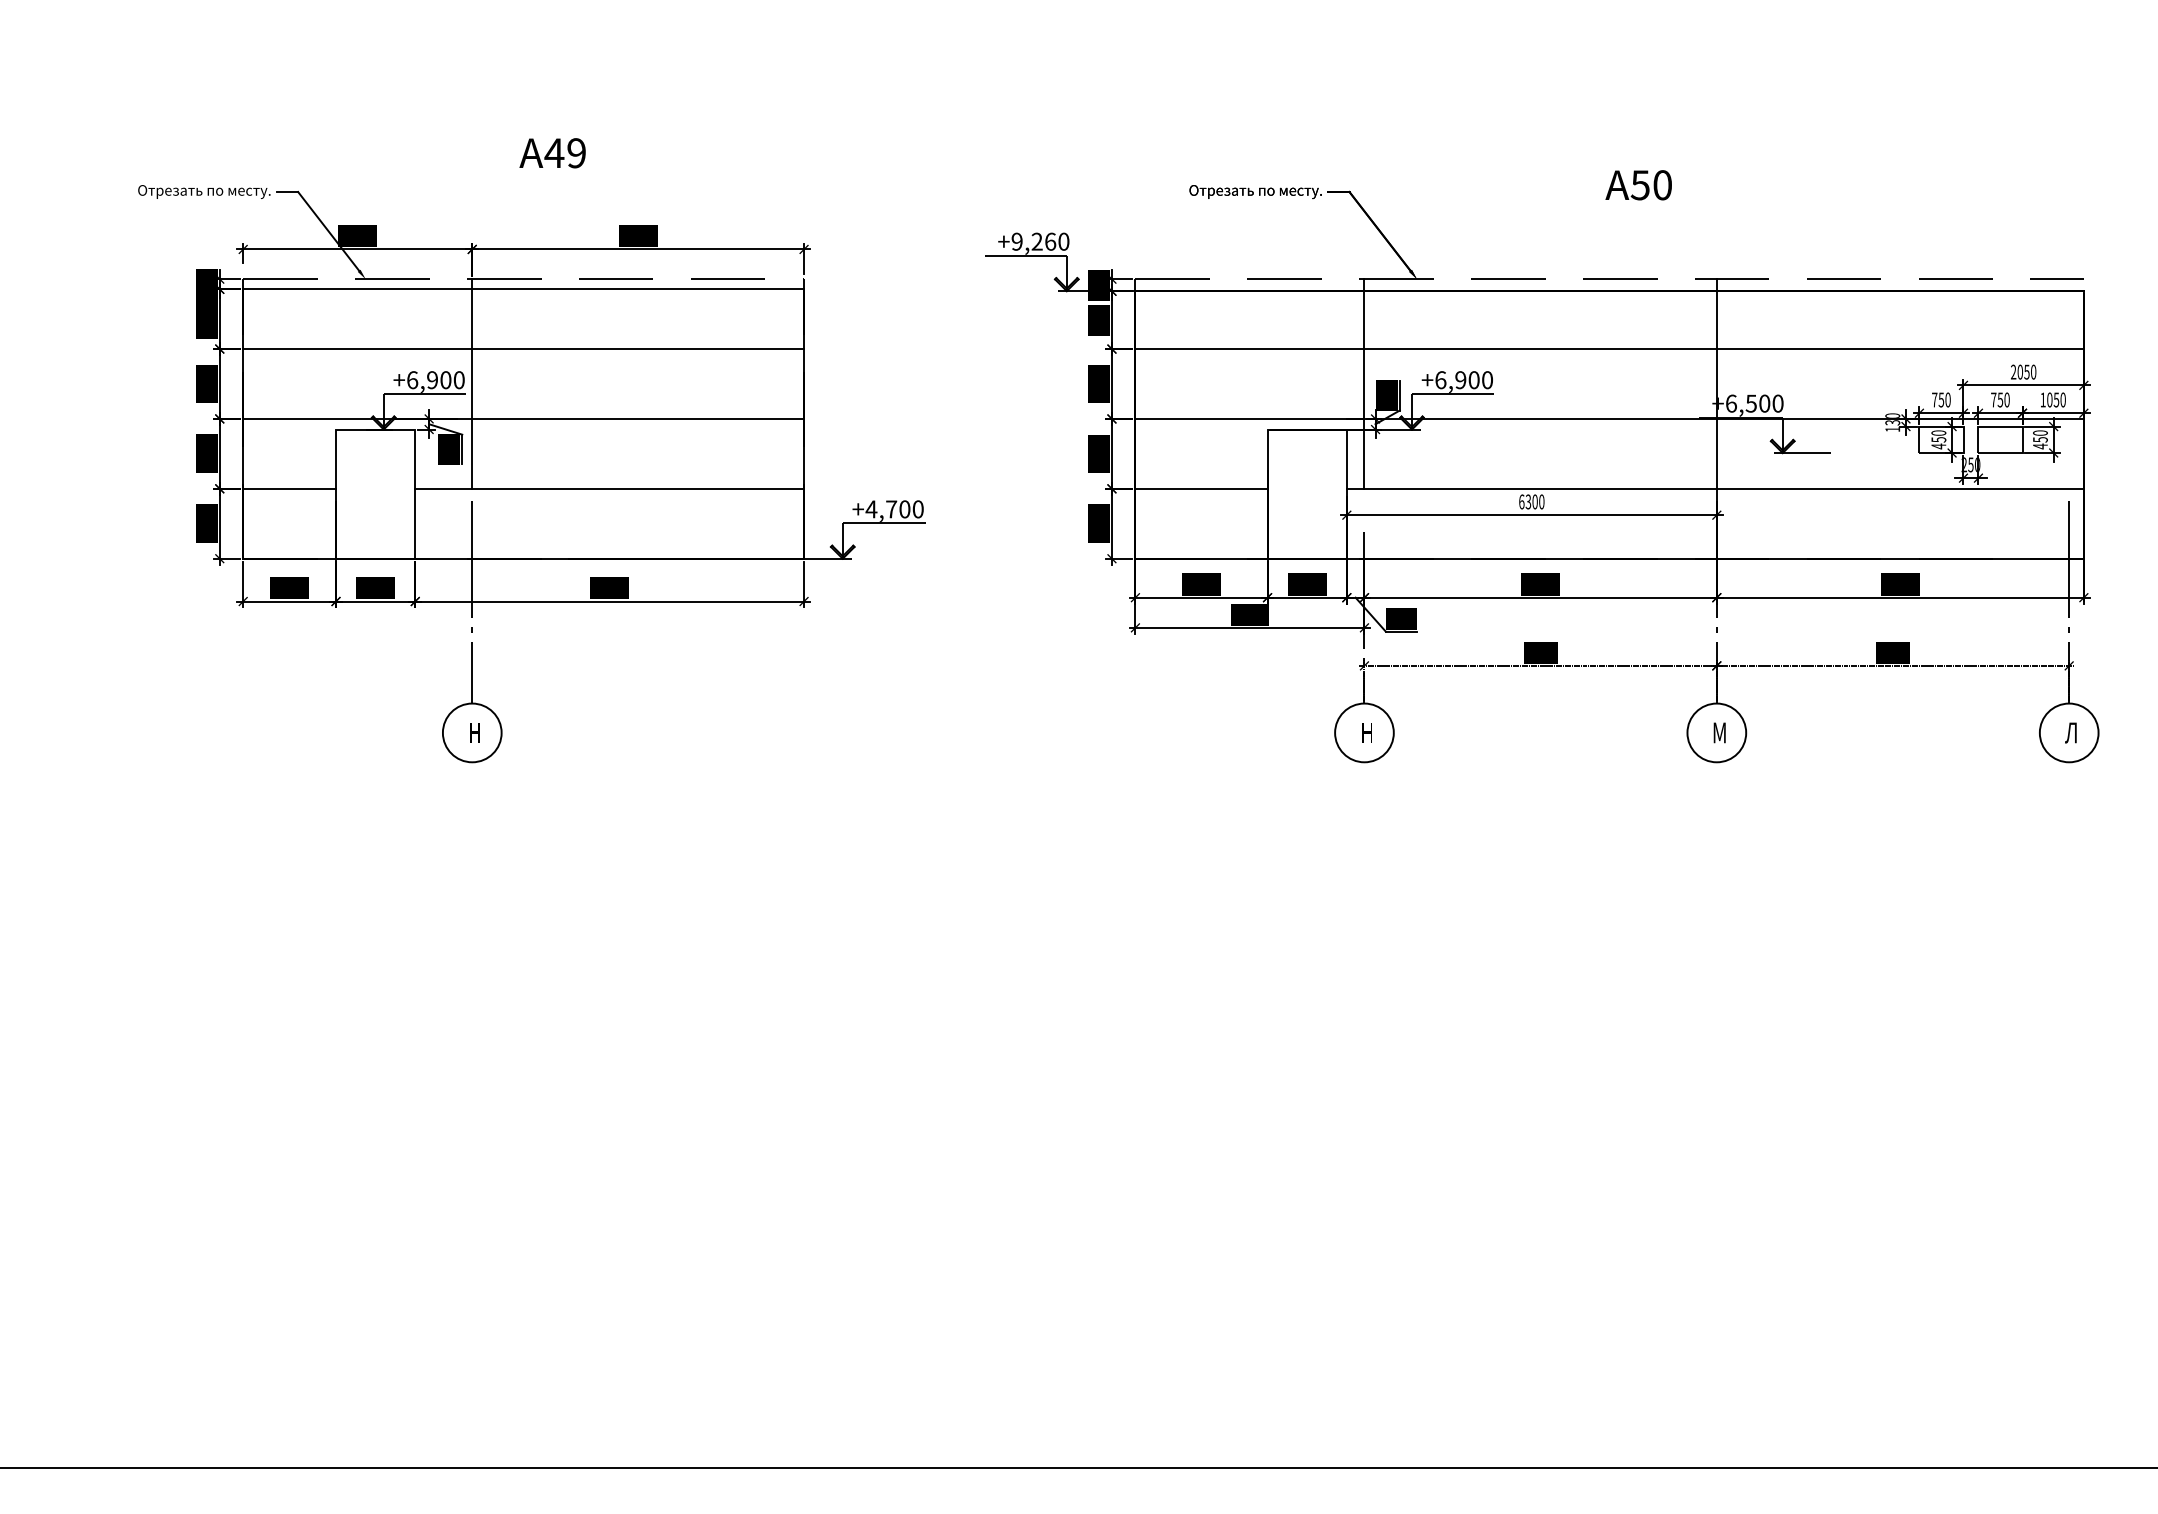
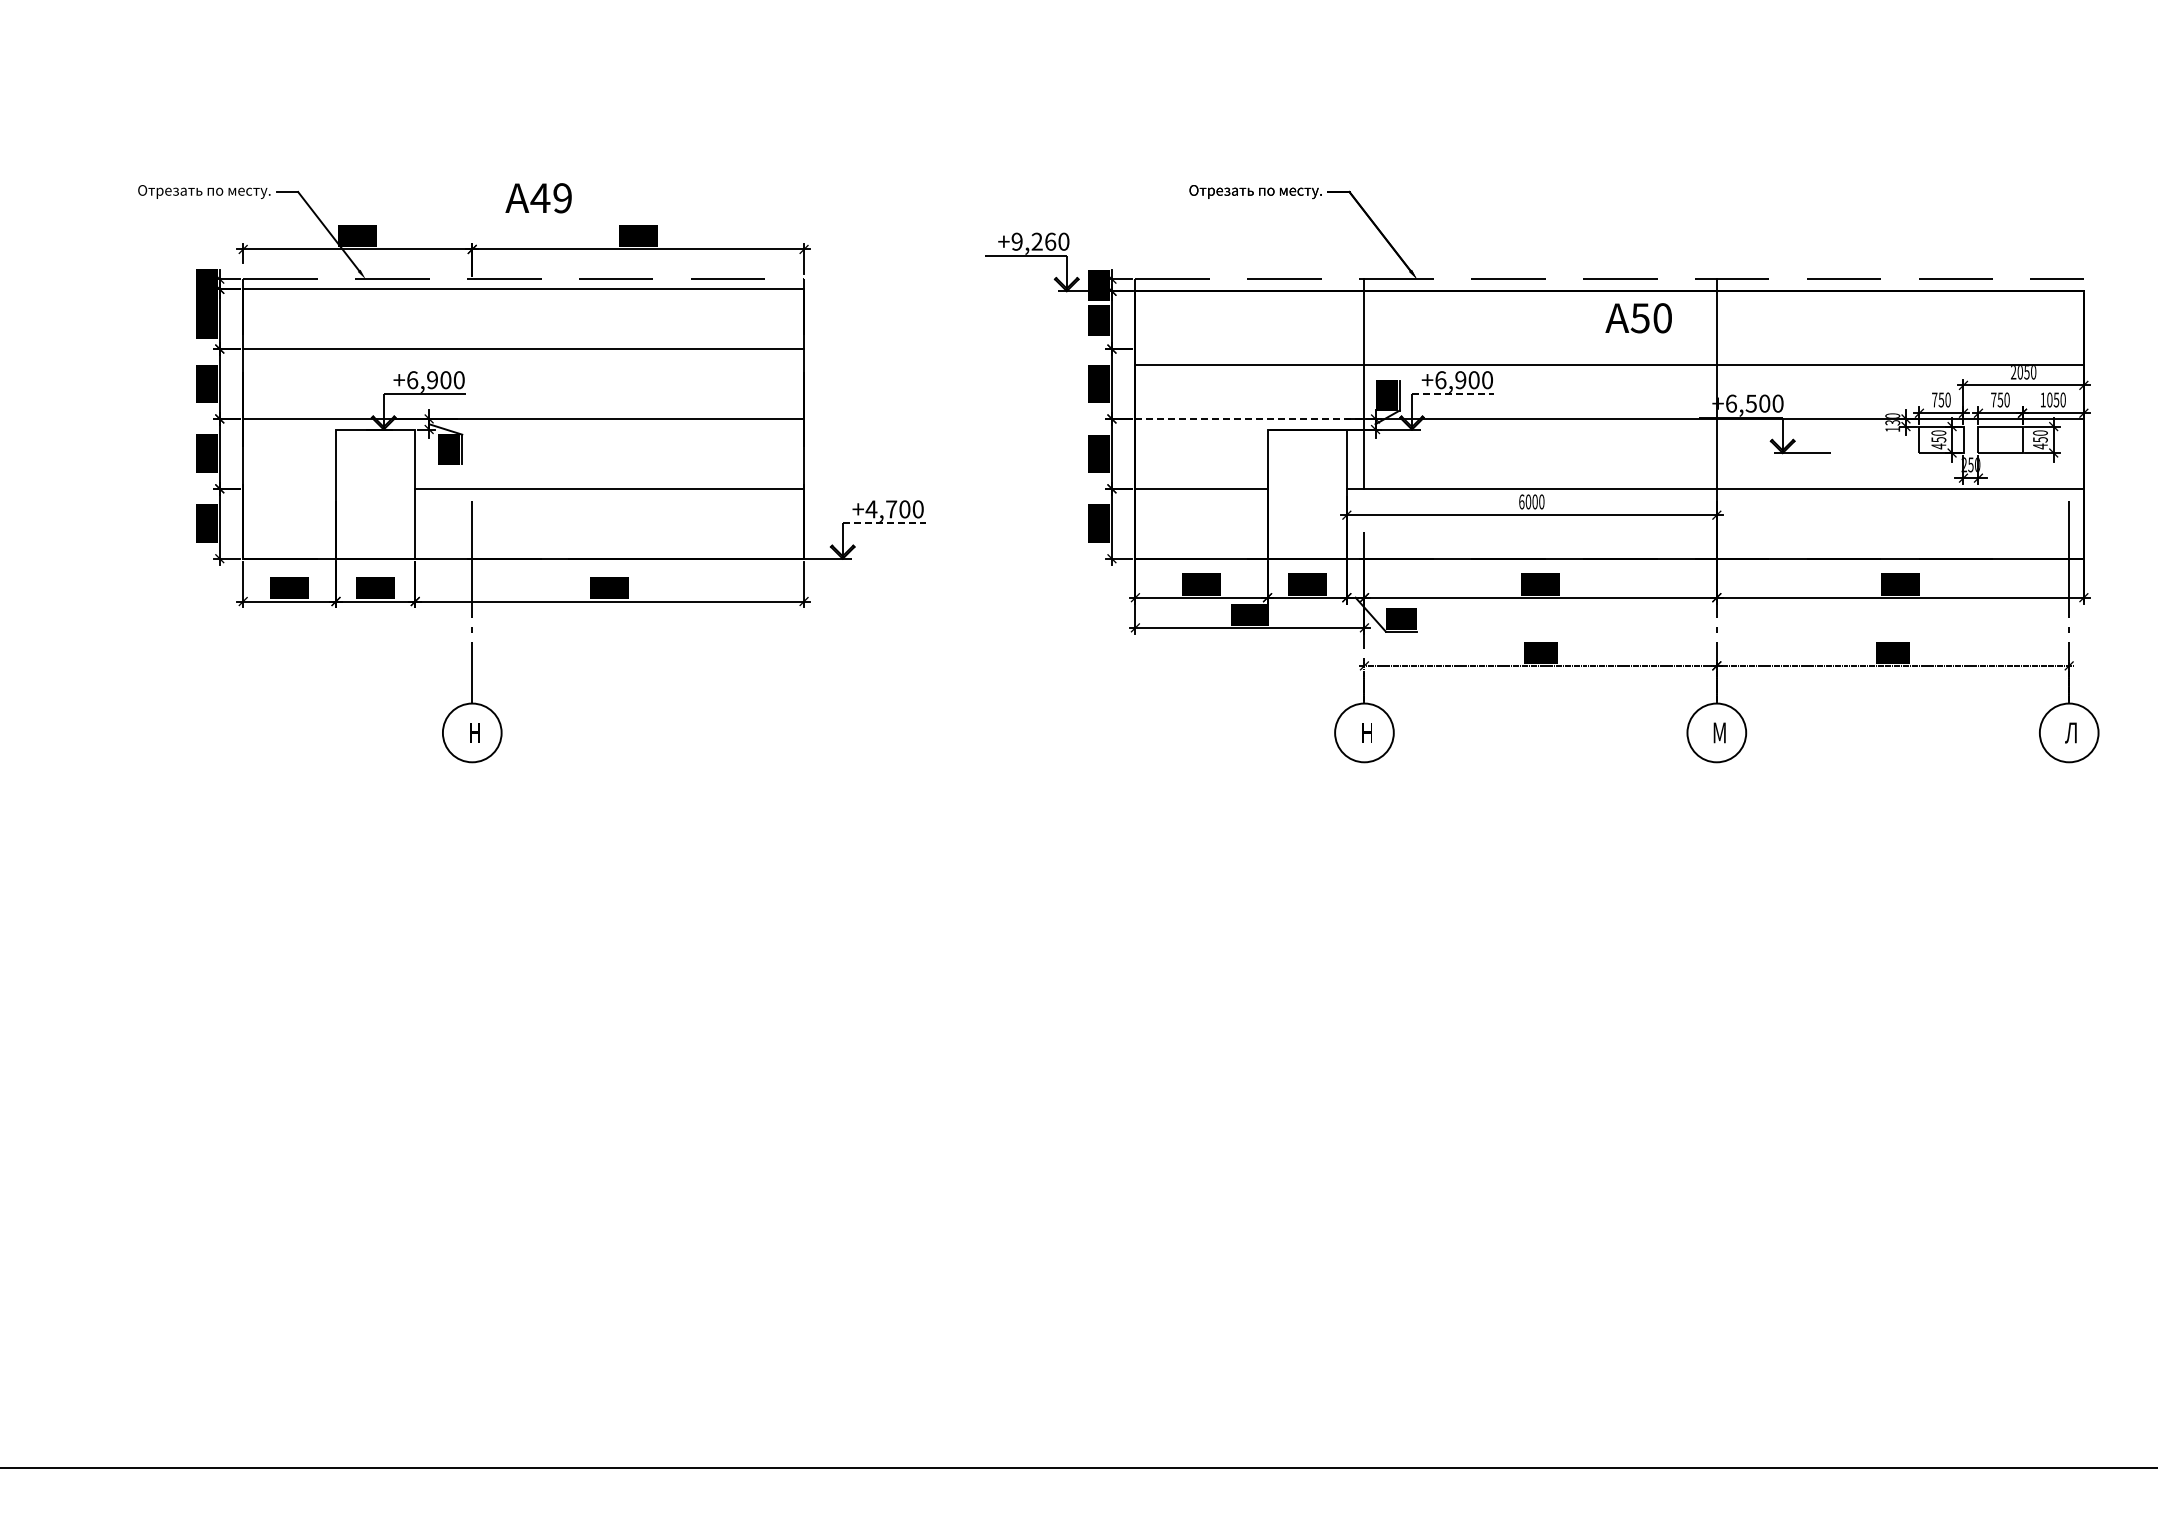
text at (552, 153) position: (552, 153) -> (538, 198)
text at (1638, 185) position: (1638, 185) -> (1638, 318)
line at (1609, 349) position: (1609, 349) -> (1609, 365)
line at (472, 383): present -> none
line at (1452, 394): solid -> dashed
line at (1249, 418): solid -> dashed
line at (289, 488): present -> none
text at (1528, 501): 6300 -> 6000
line at (884, 523): solid -> dashed
